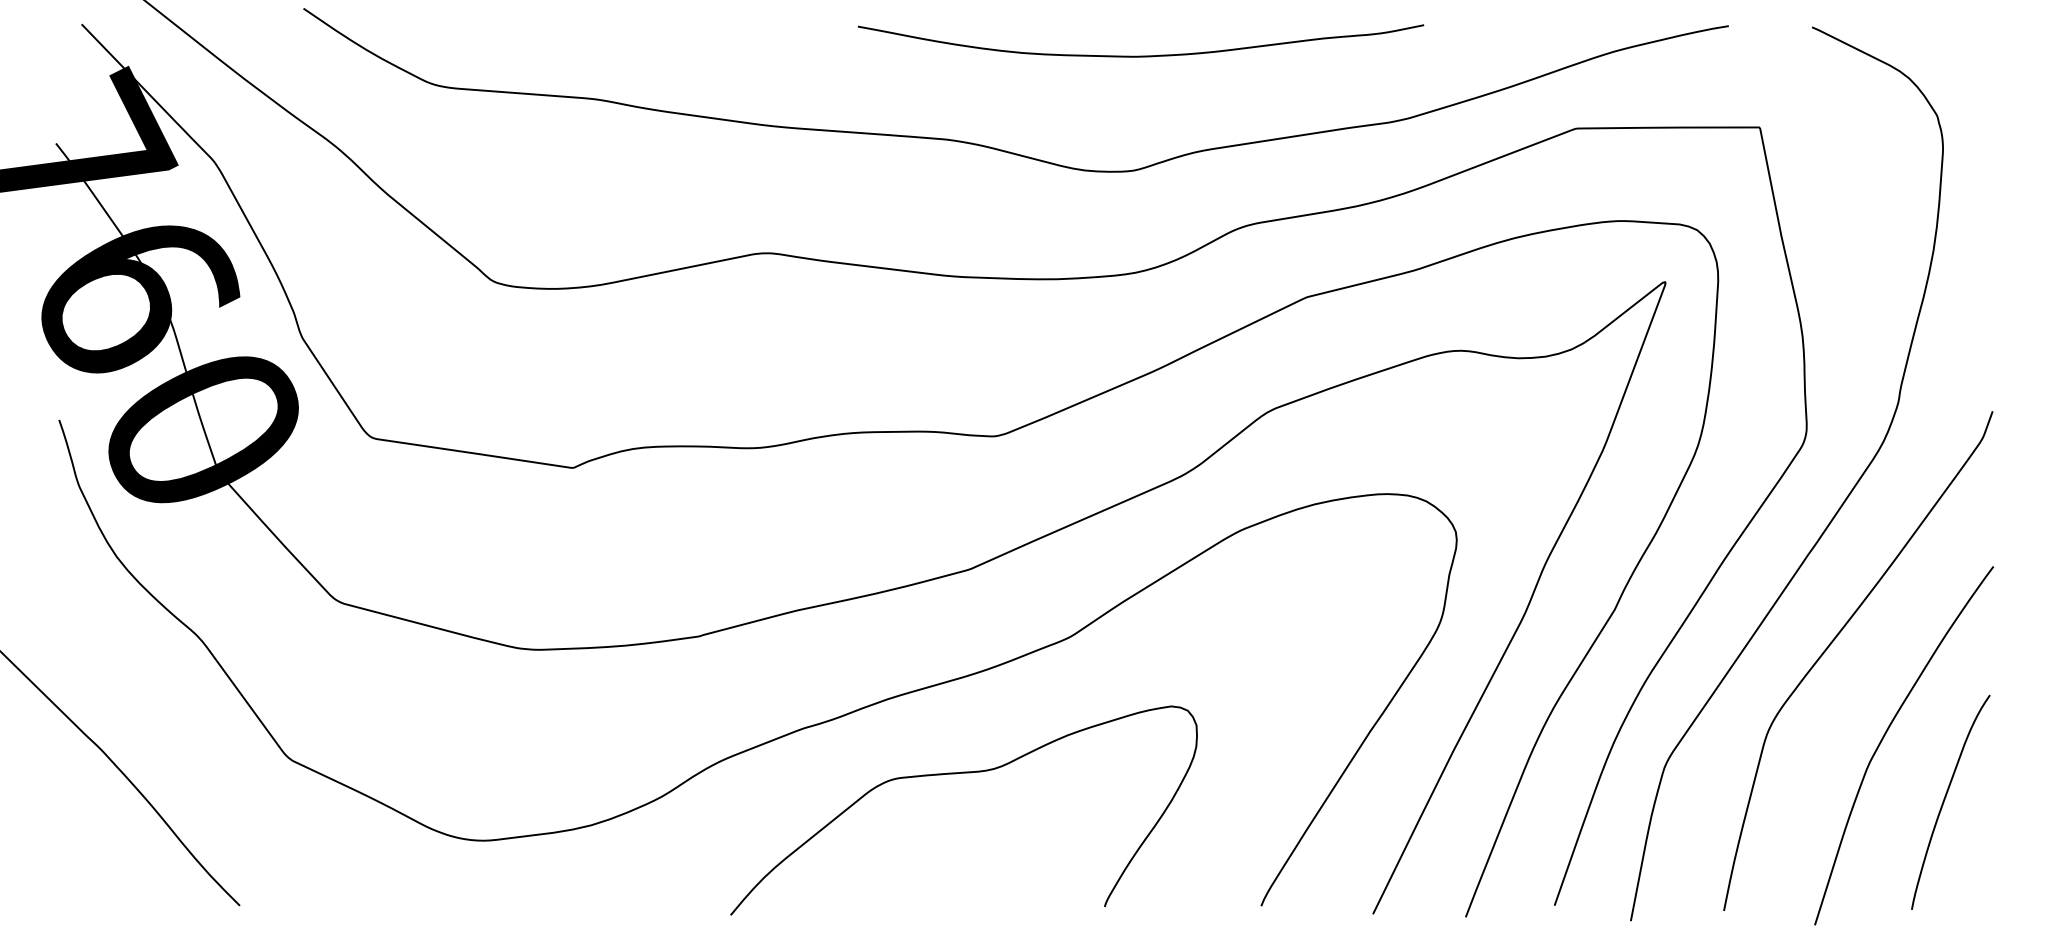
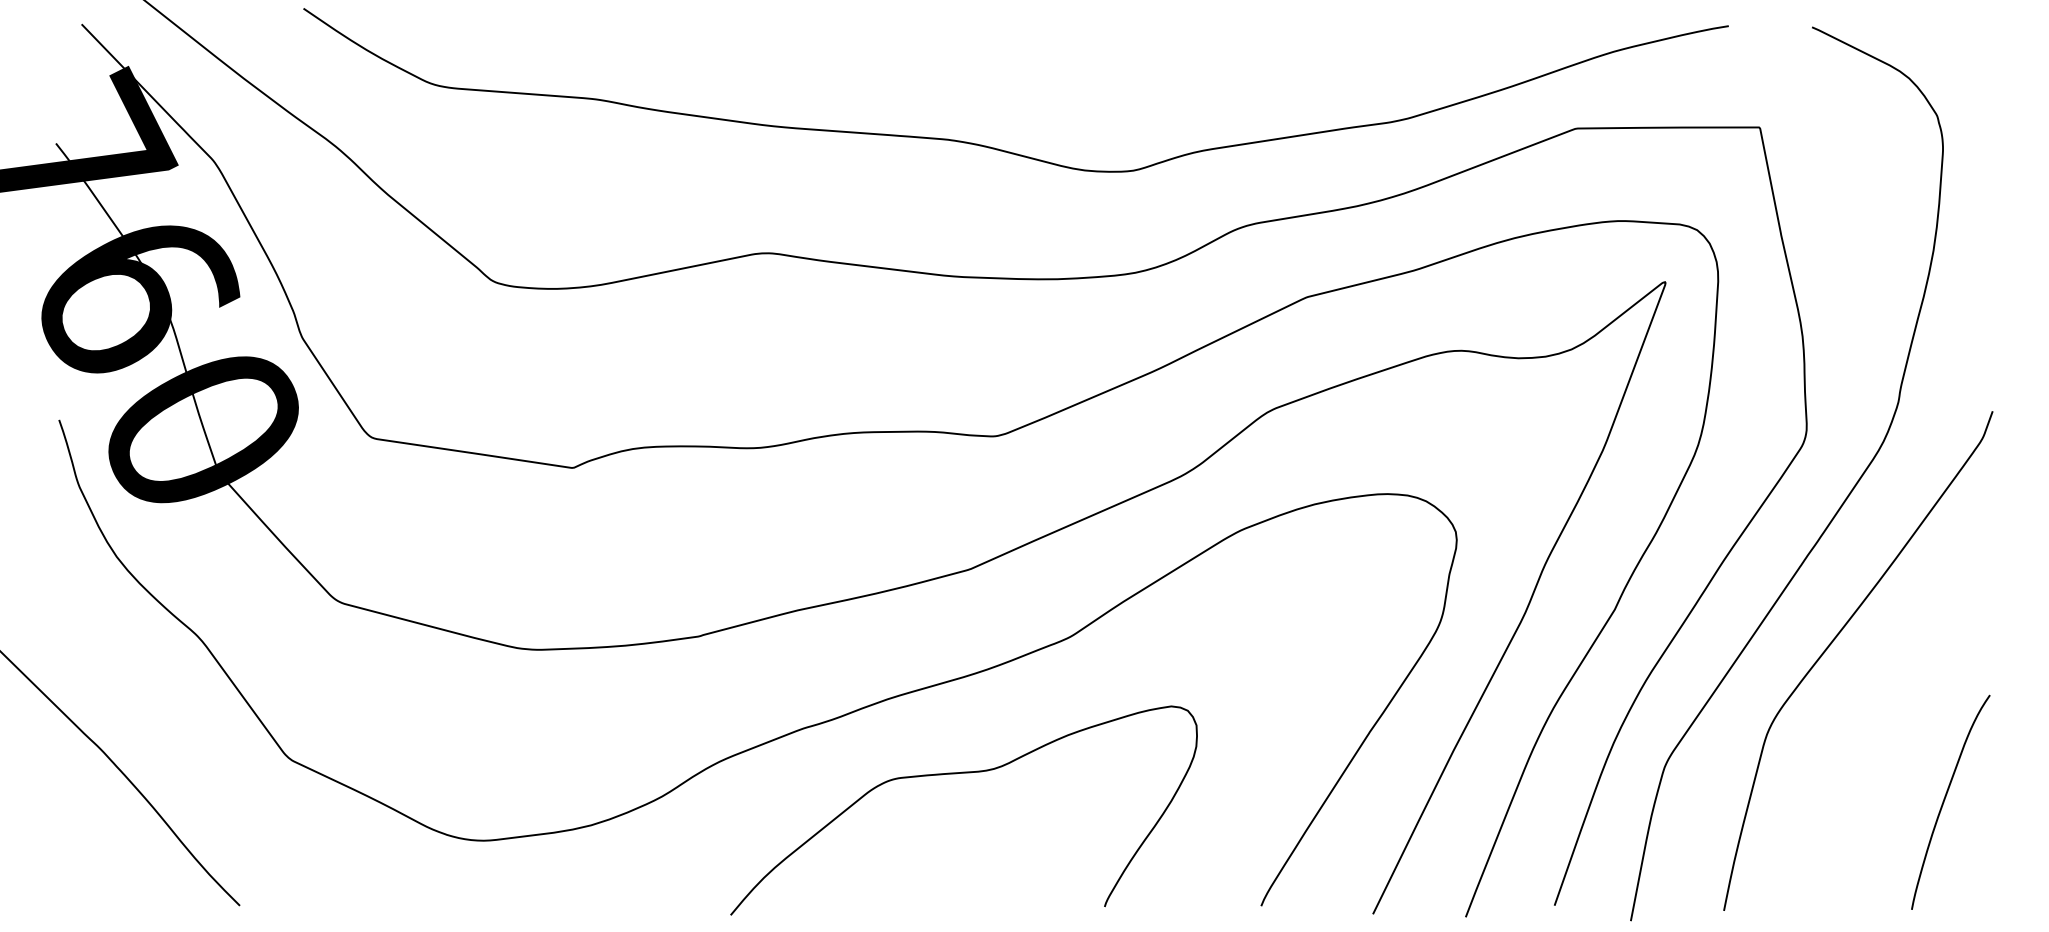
curve at (1140, 55): present -> none
curve at (1887, 732): present -> none
